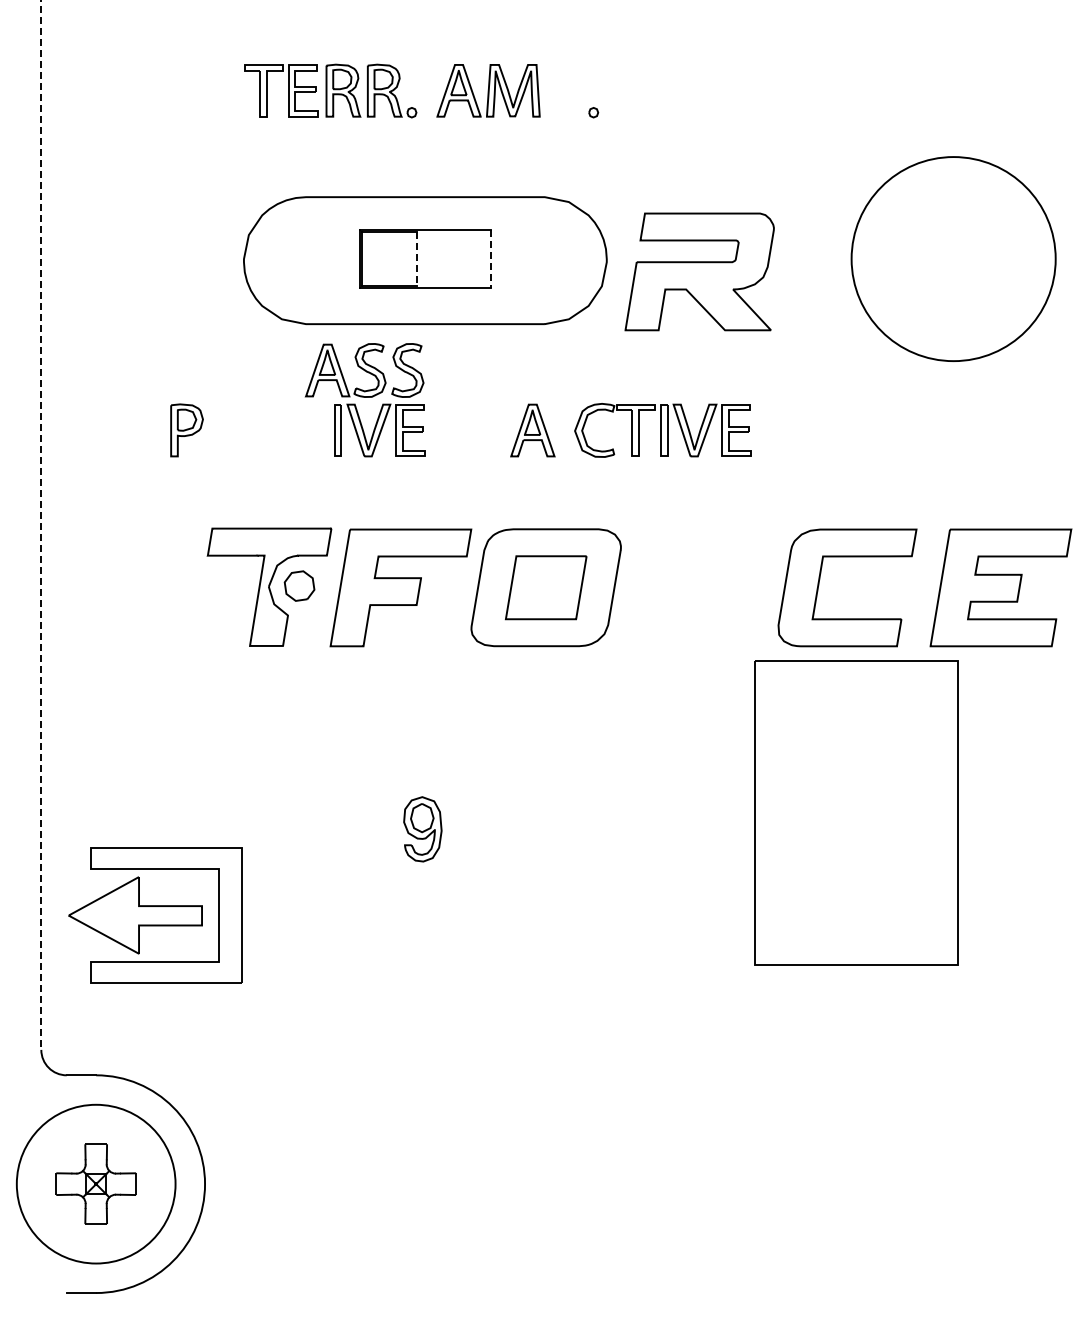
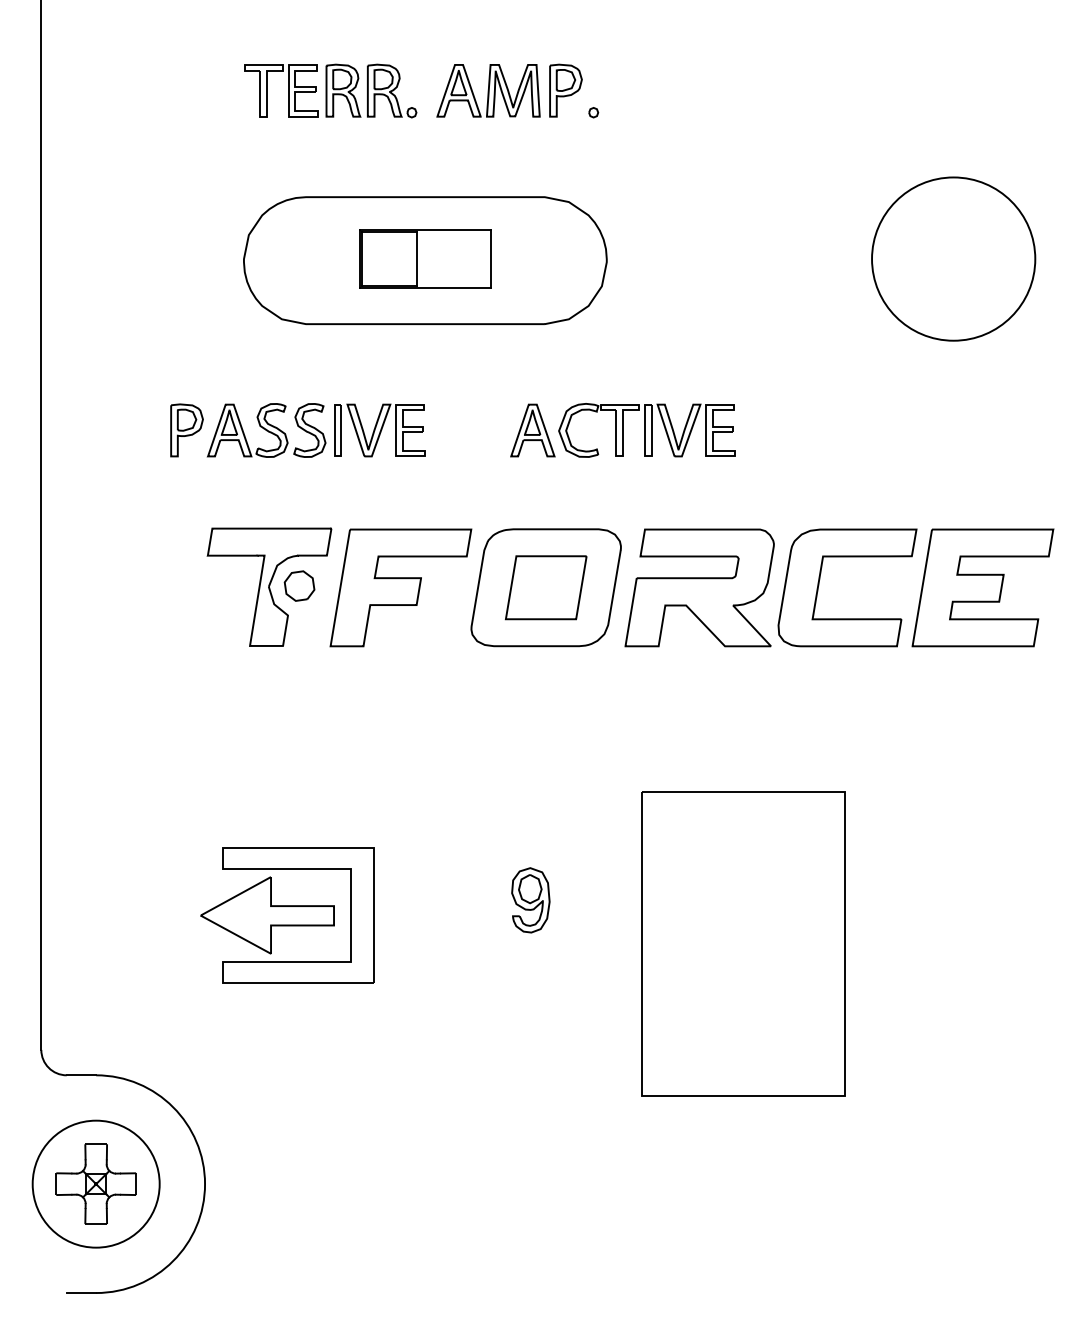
part at (565, 90): none -> present
line at (416, 259): dashed -> solid
line at (491, 259): dashed -> solid
circle at (953, 259) diameter: 204 px -> 163 px
part at (699, 271) position: (699, 271) -> (699, 587)
part at (364, 370) position: (364, 370) -> (266, 430)
part at (662, 430) position: (662, 430) -> (646, 430)
line at (41, 524): dashed -> solid
part at (1000, 587) position: (1000, 587) -> (982, 587)
part at (856, 812) position: (856, 812) -> (743, 943)
part at (422, 829) position: (422, 829) -> (530, 900)
part at (155, 915) position: (155, 915) -> (287, 915)
circle at (95, 1183) diameter: 159 px -> 127 px
